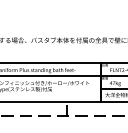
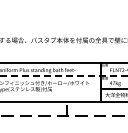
line at (64, 75): solid -> dashed
